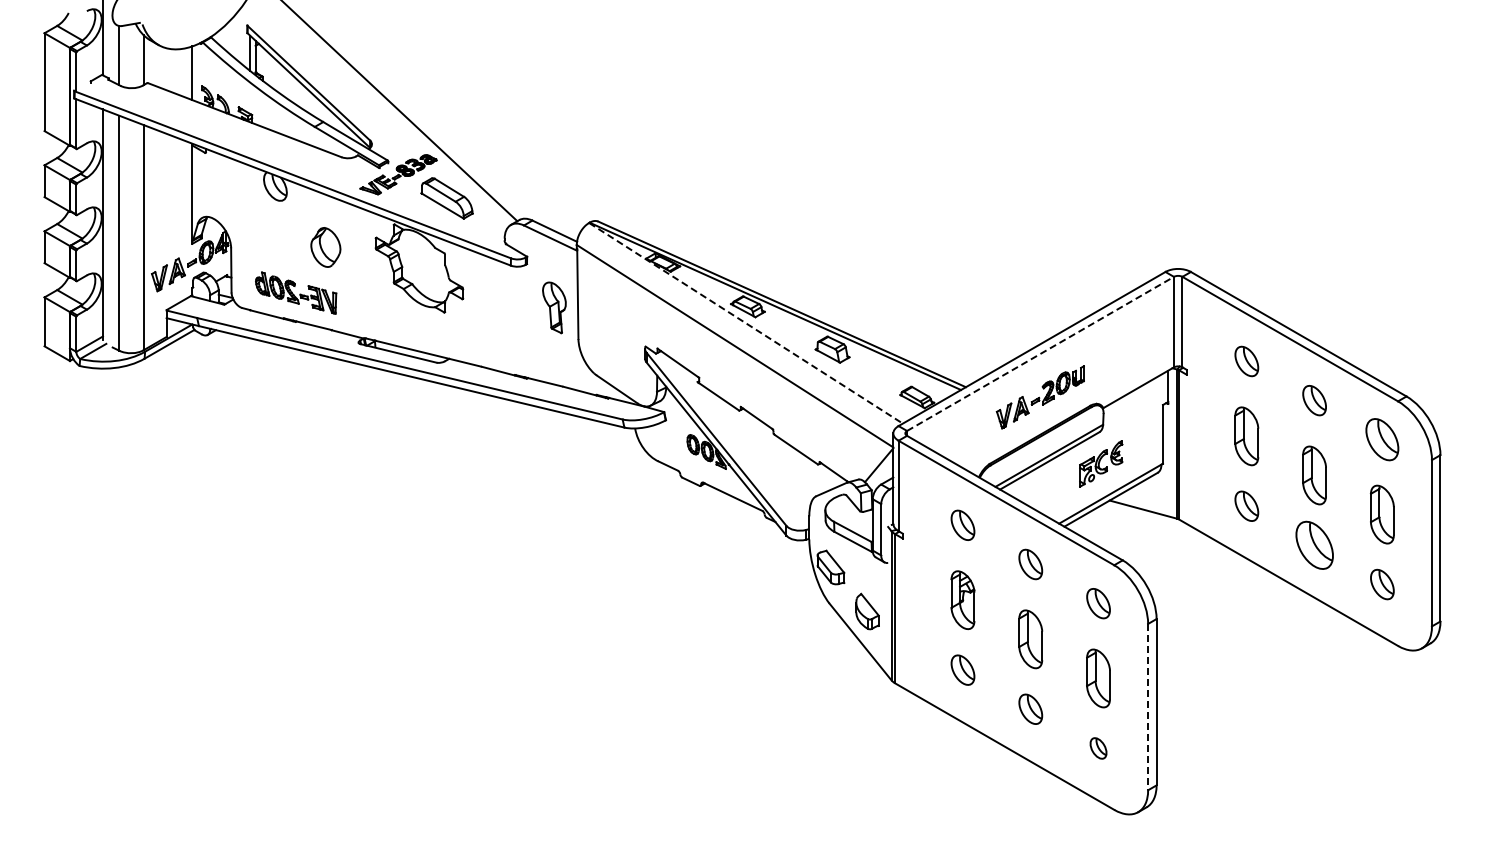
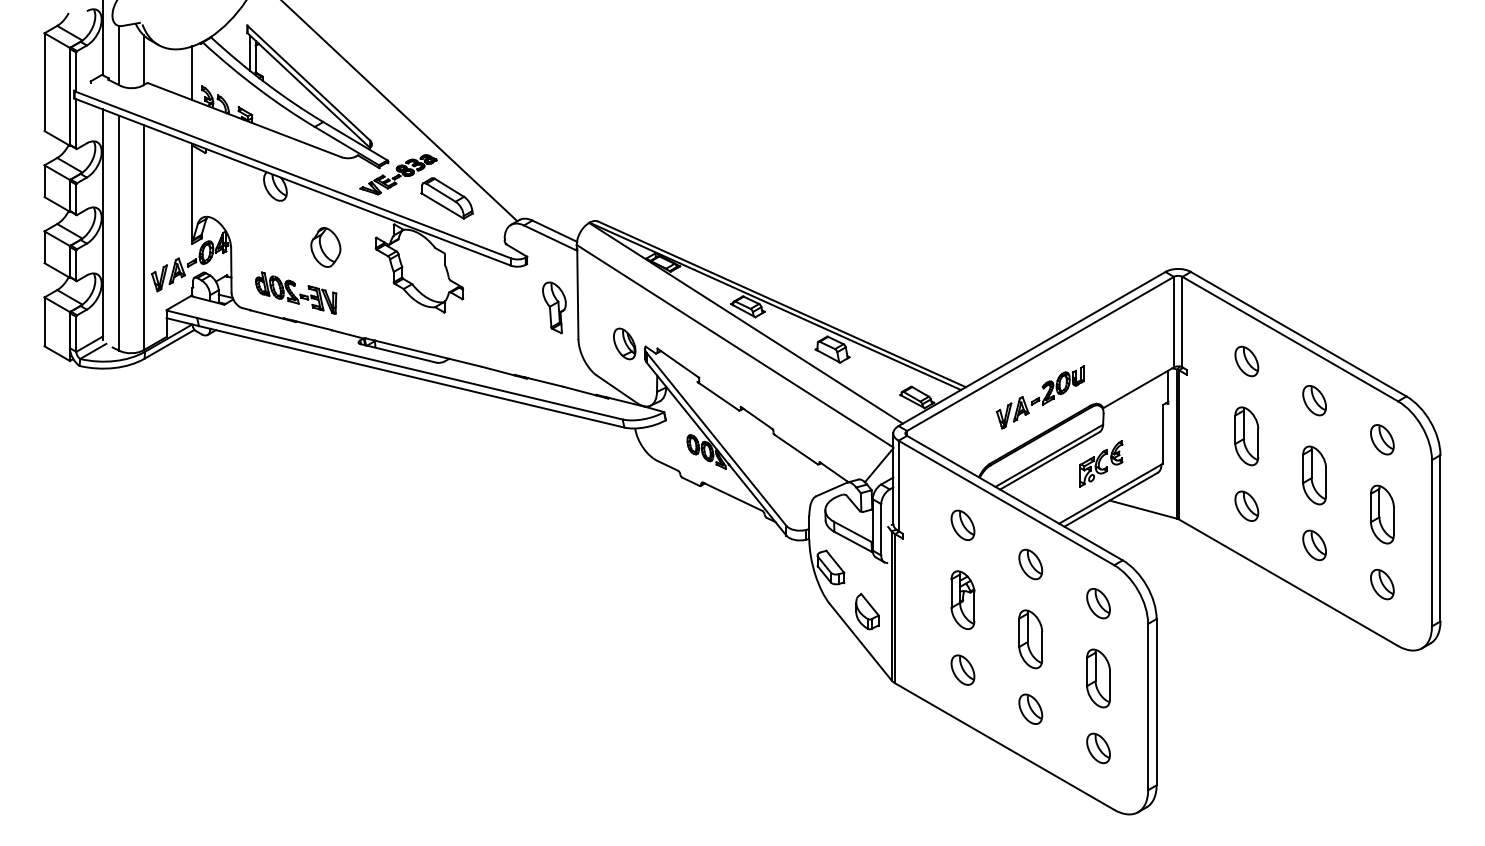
line at (746, 323): dashed -> solid
part at (624, 343): none -> present
line at (1040, 353): dashed -> solid
part at (1382, 439) size: 35x44 px -> 25x32 px
part at (1314, 544) size: 39x50 px -> 25x33 px
line at (1148, 707): dashed -> solid
part at (1098, 748) size: 19x23 px -> 25x33 px
